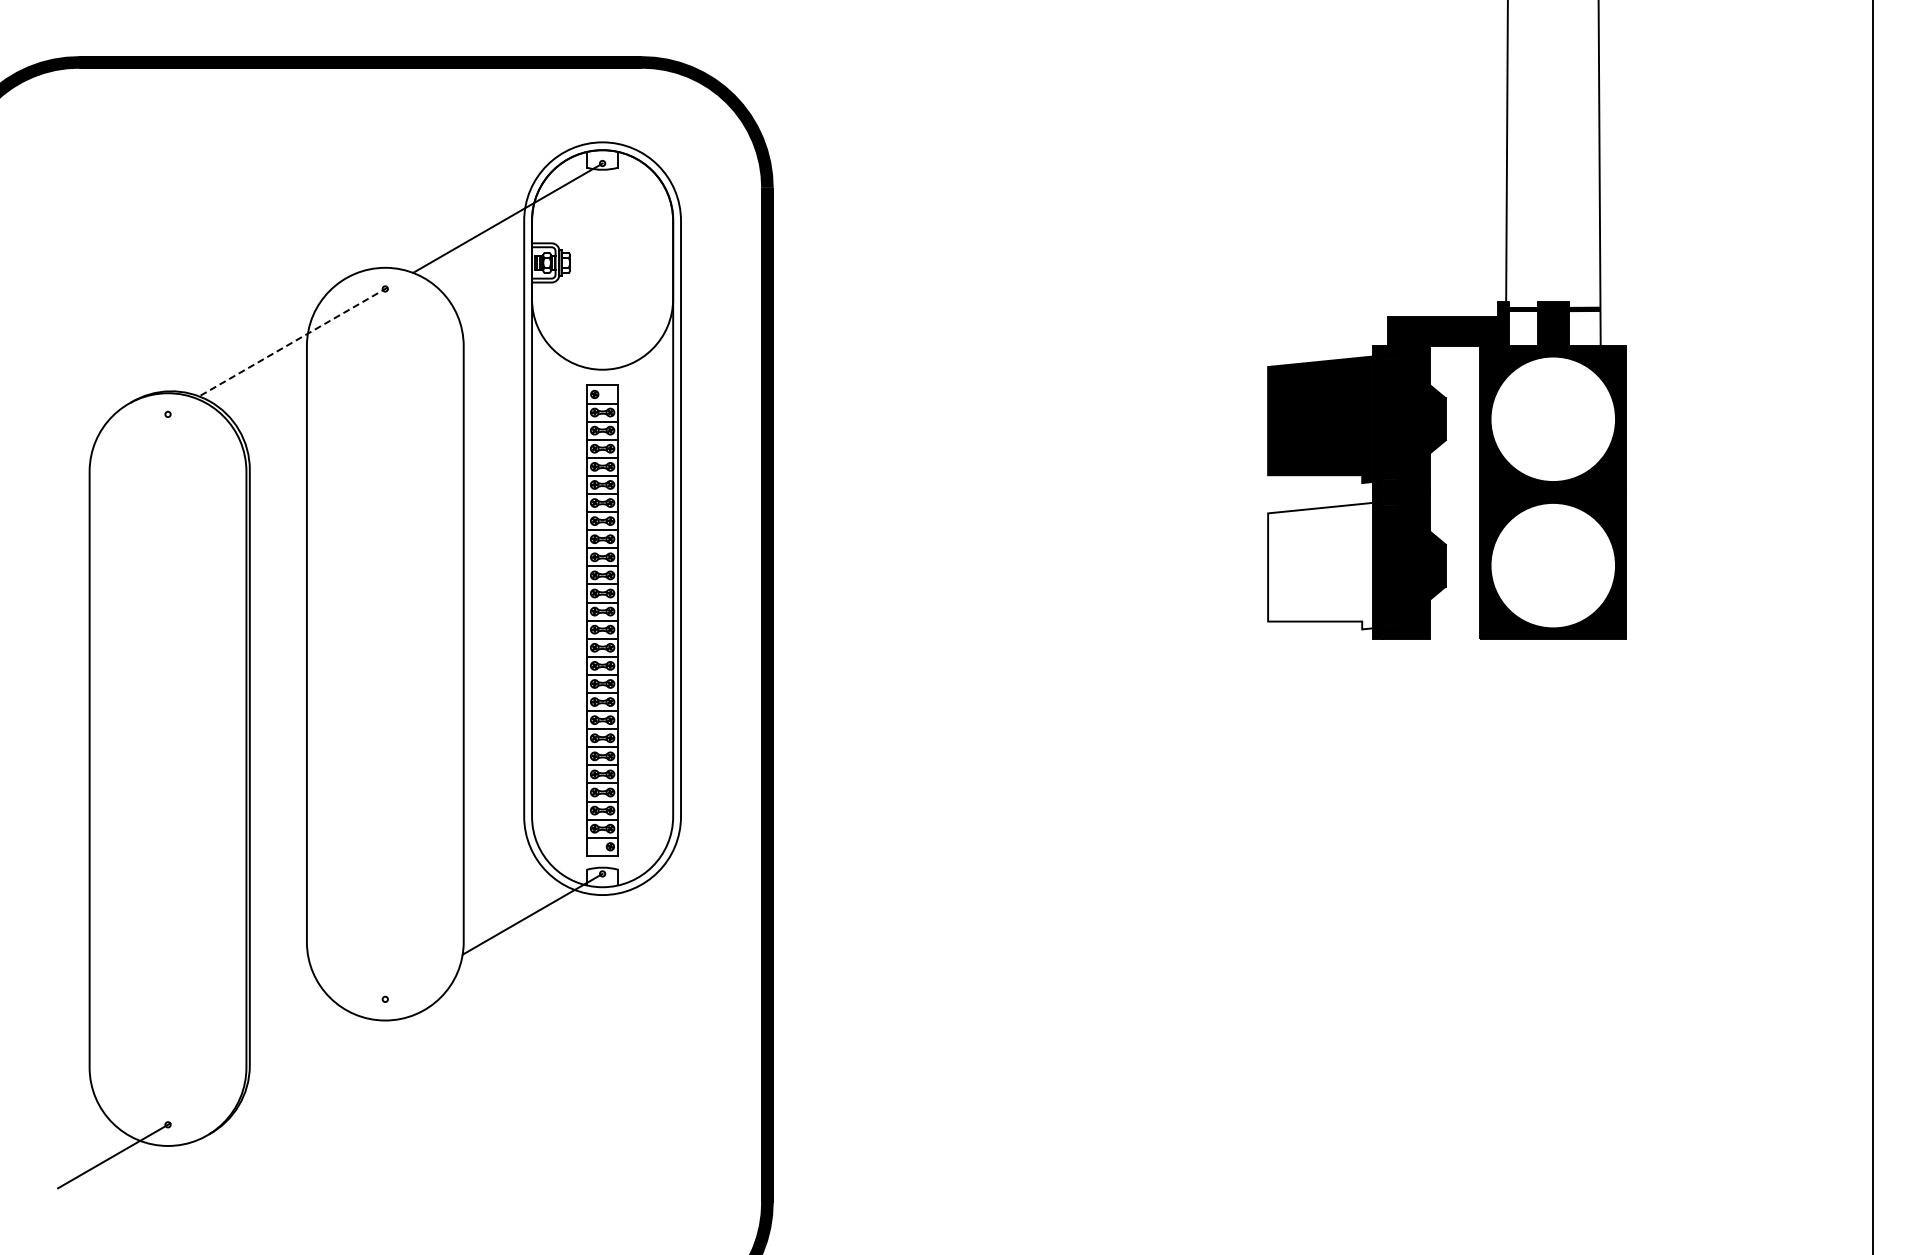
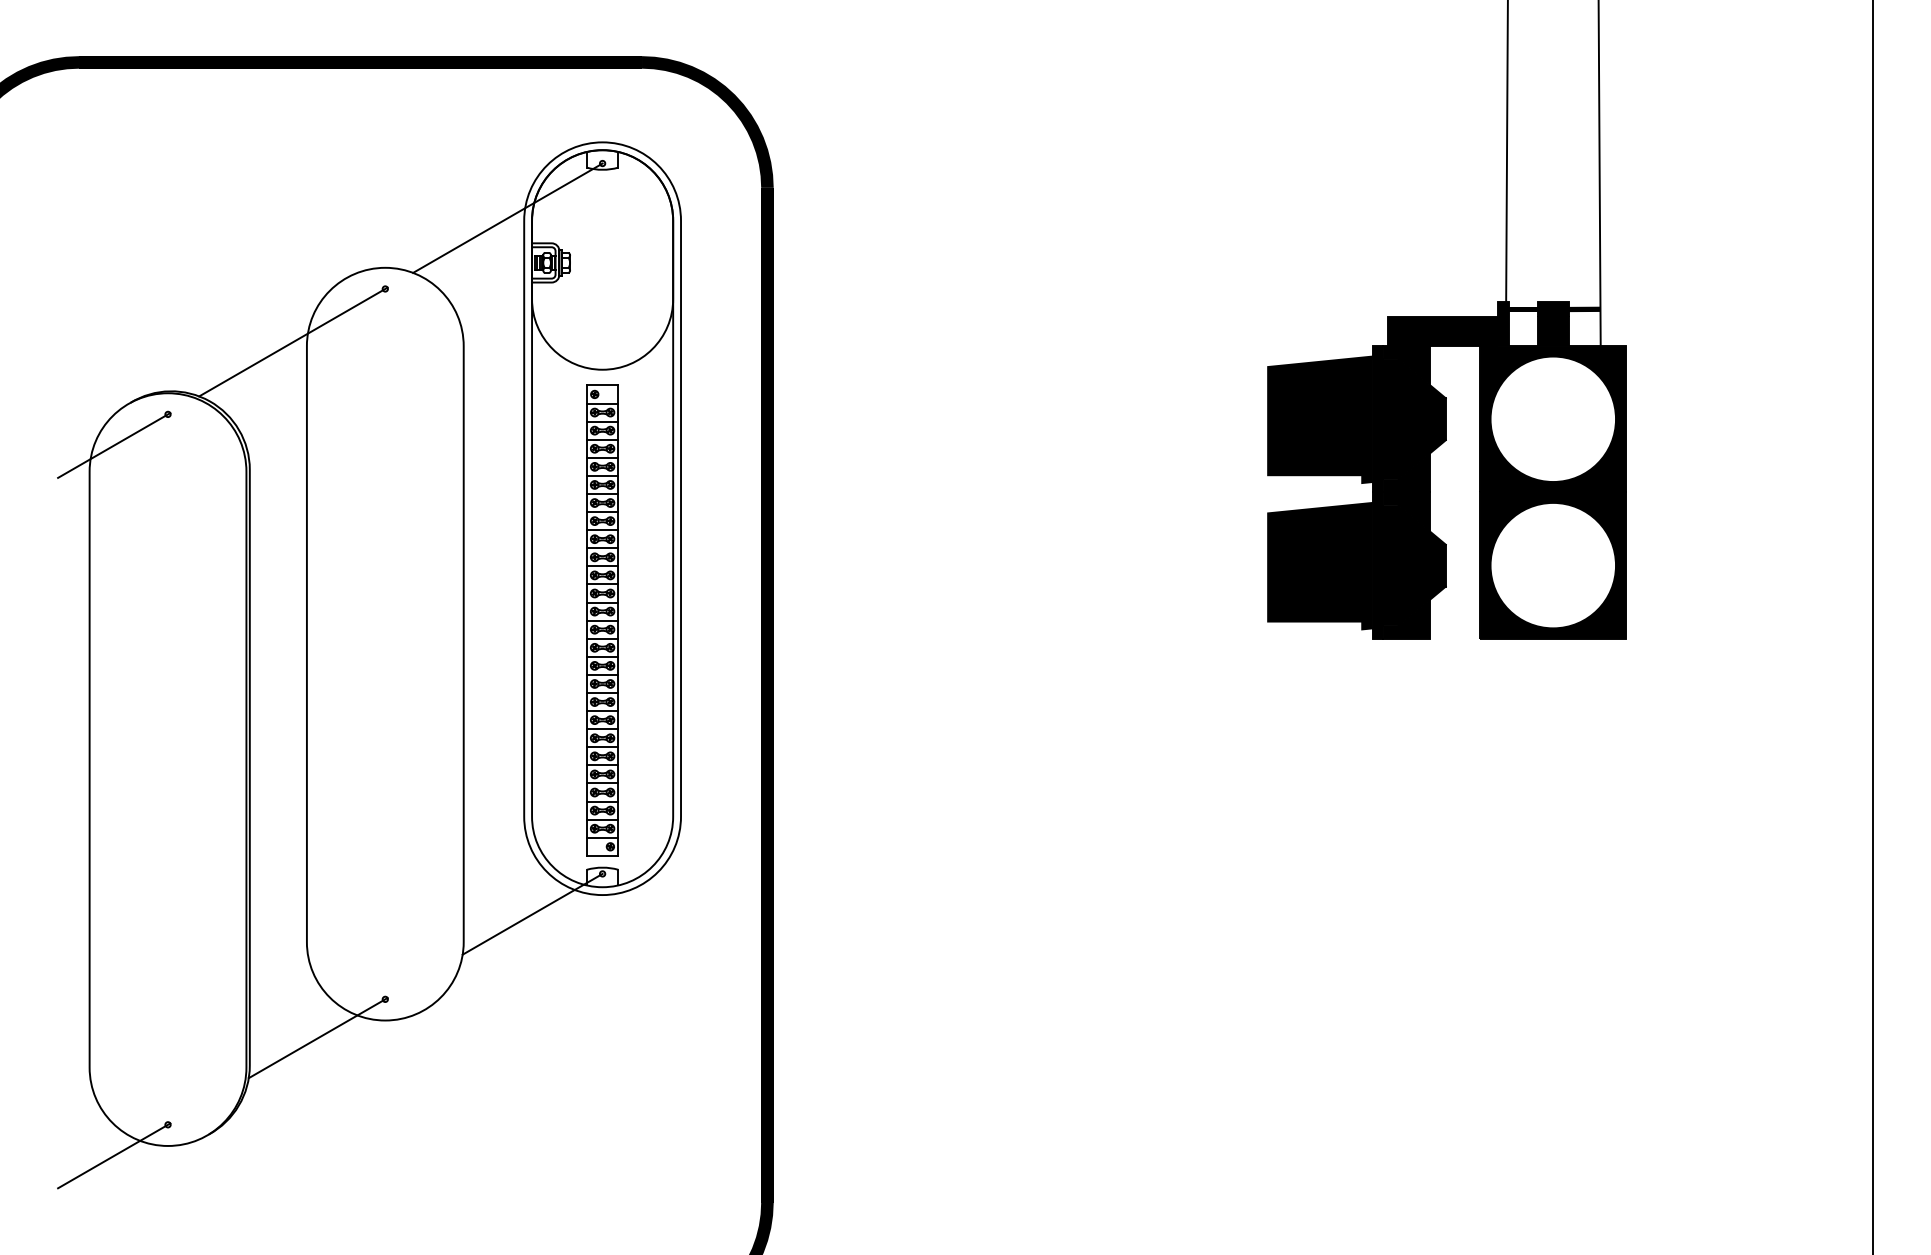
line at (293, 342): dashed -> solid
line at (114, 445): none -> present
fill at (1320, 565): none -> present
line at (317, 1038): none -> present
